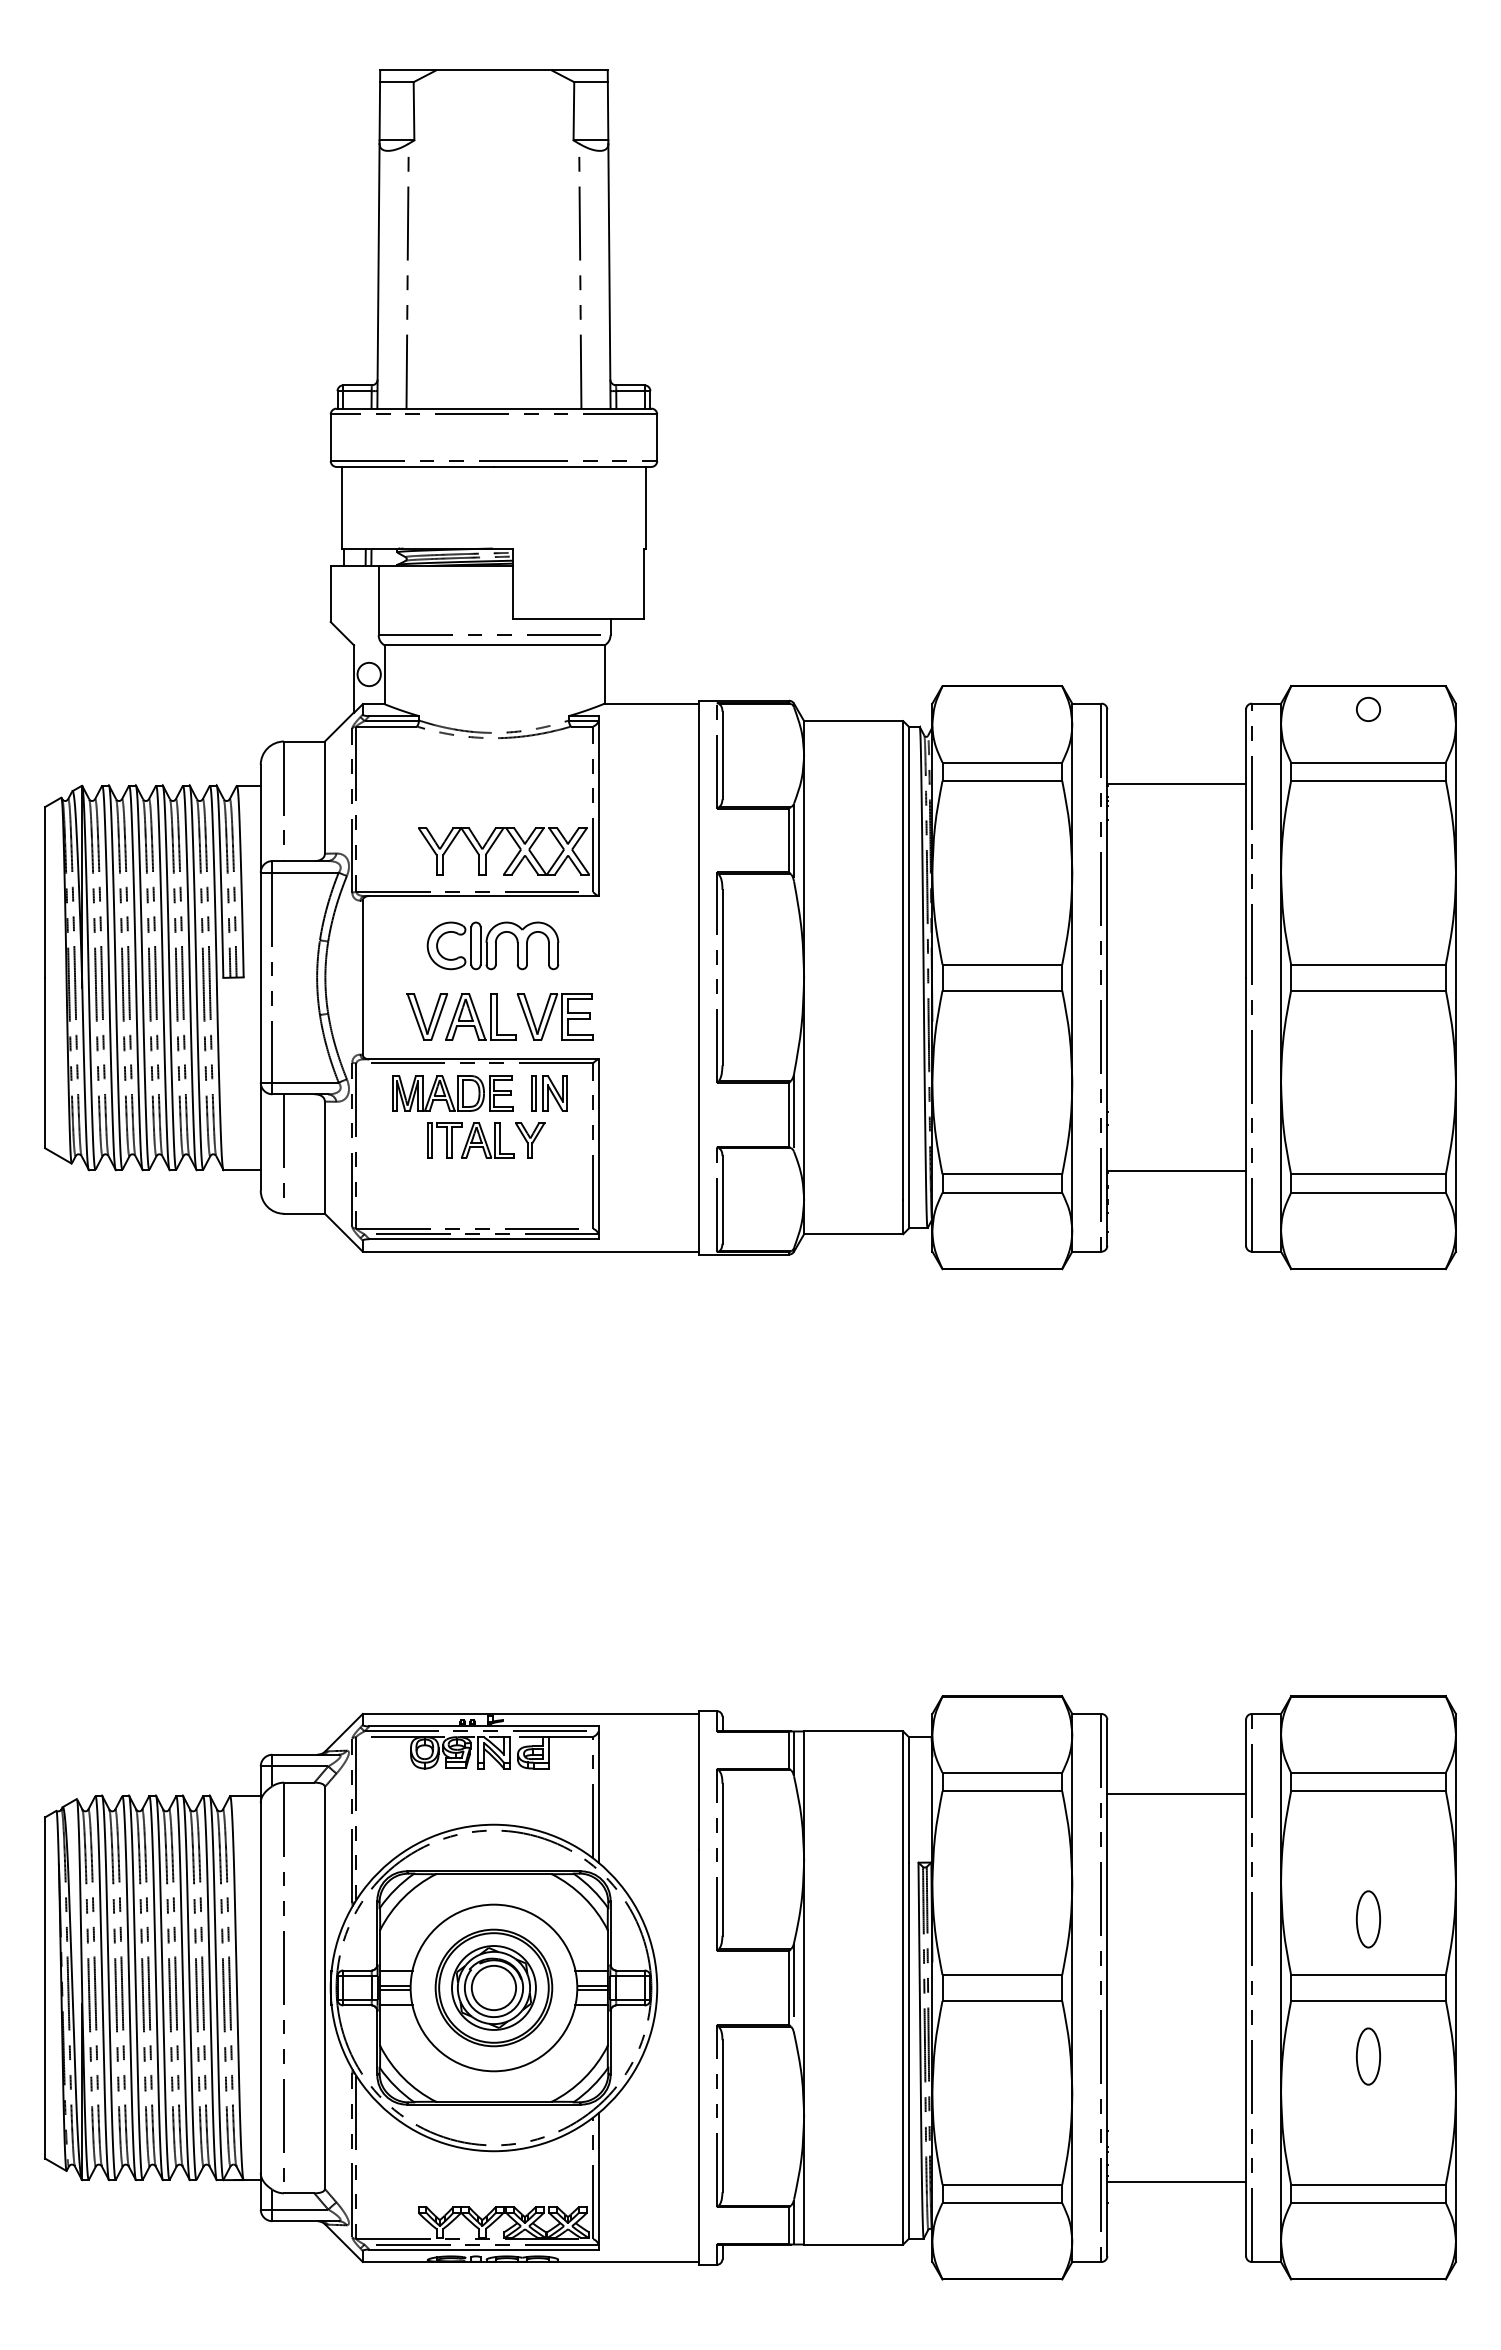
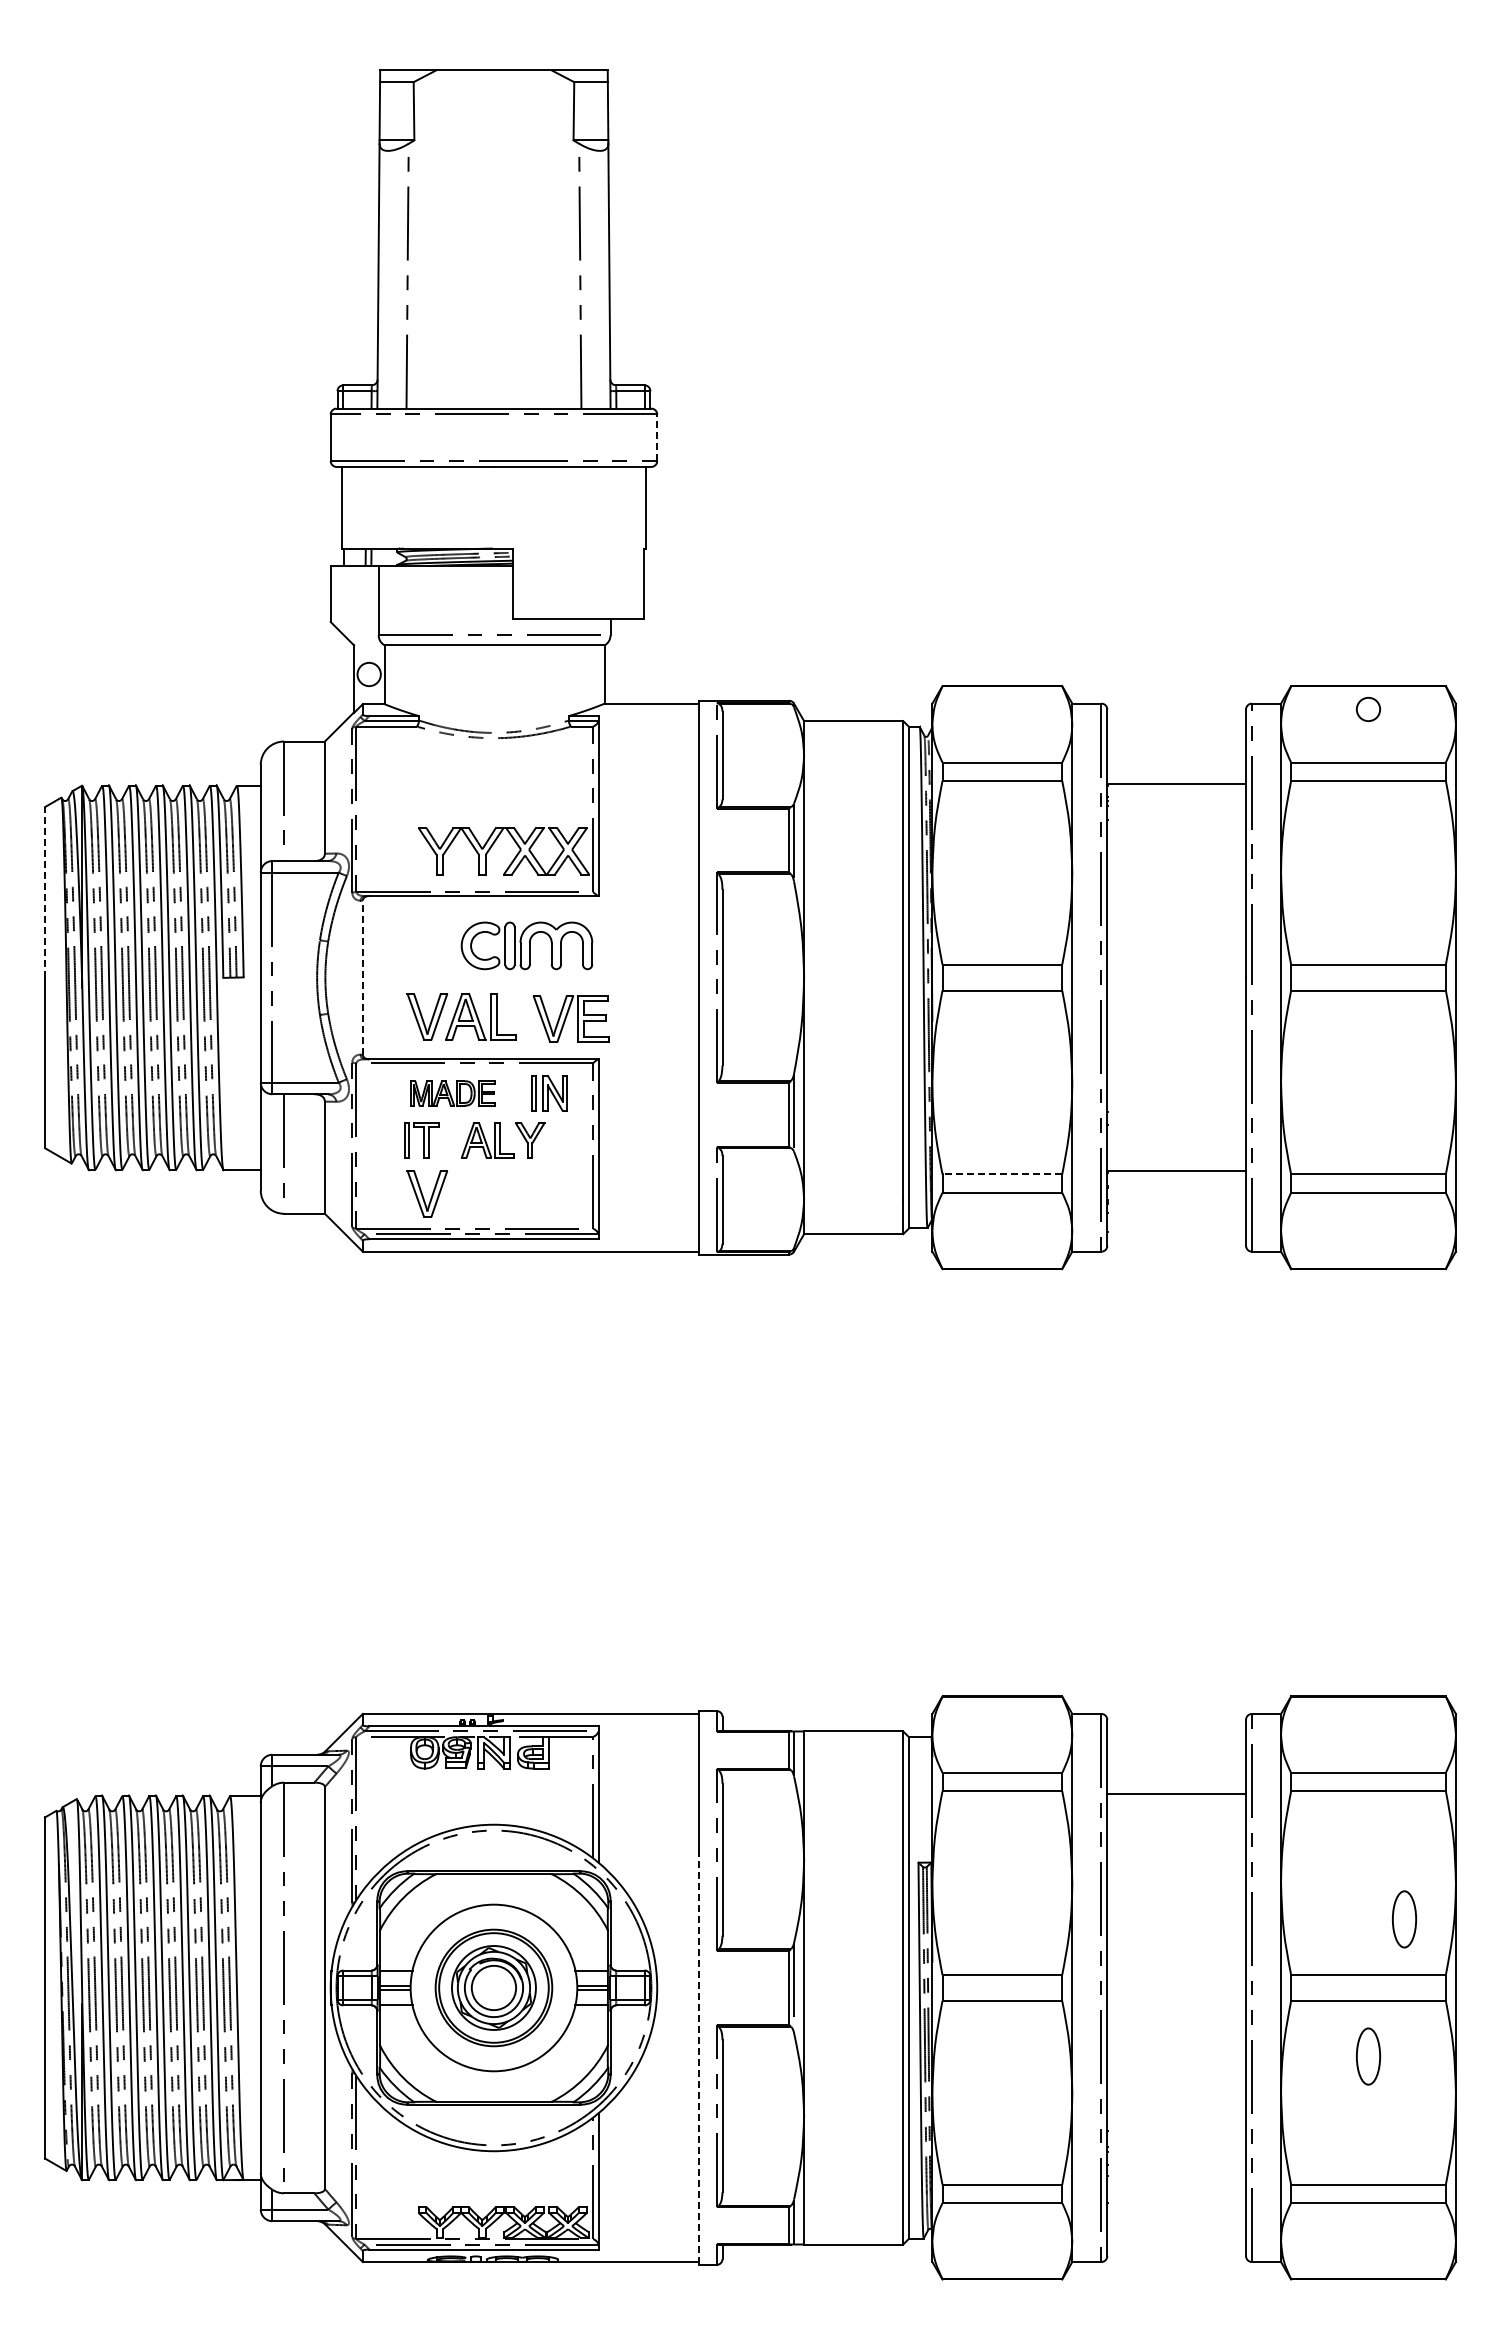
line at (657, 437): solid -> dashed
line at (45, 891): solid -> dashed
part at (492, 945) position: (492, 945) -> (526, 945)
line at (362, 977): solid -> dashed
part at (554, 1016) position: (554, 1016) -> (570, 1018)
part at (452, 1093) size: 122x37 px -> 86x27 px
part at (444, 1140) position: (444, 1140) -> (421, 1140)
line at (1002, 1174): solid -> dashed
part at (427, 1193): none -> present
part at (1368, 1919) position: (1368, 1919) -> (1404, 1919)
line at (699, 2057): solid -> dashed
line at (1176, 2181): present -> none
